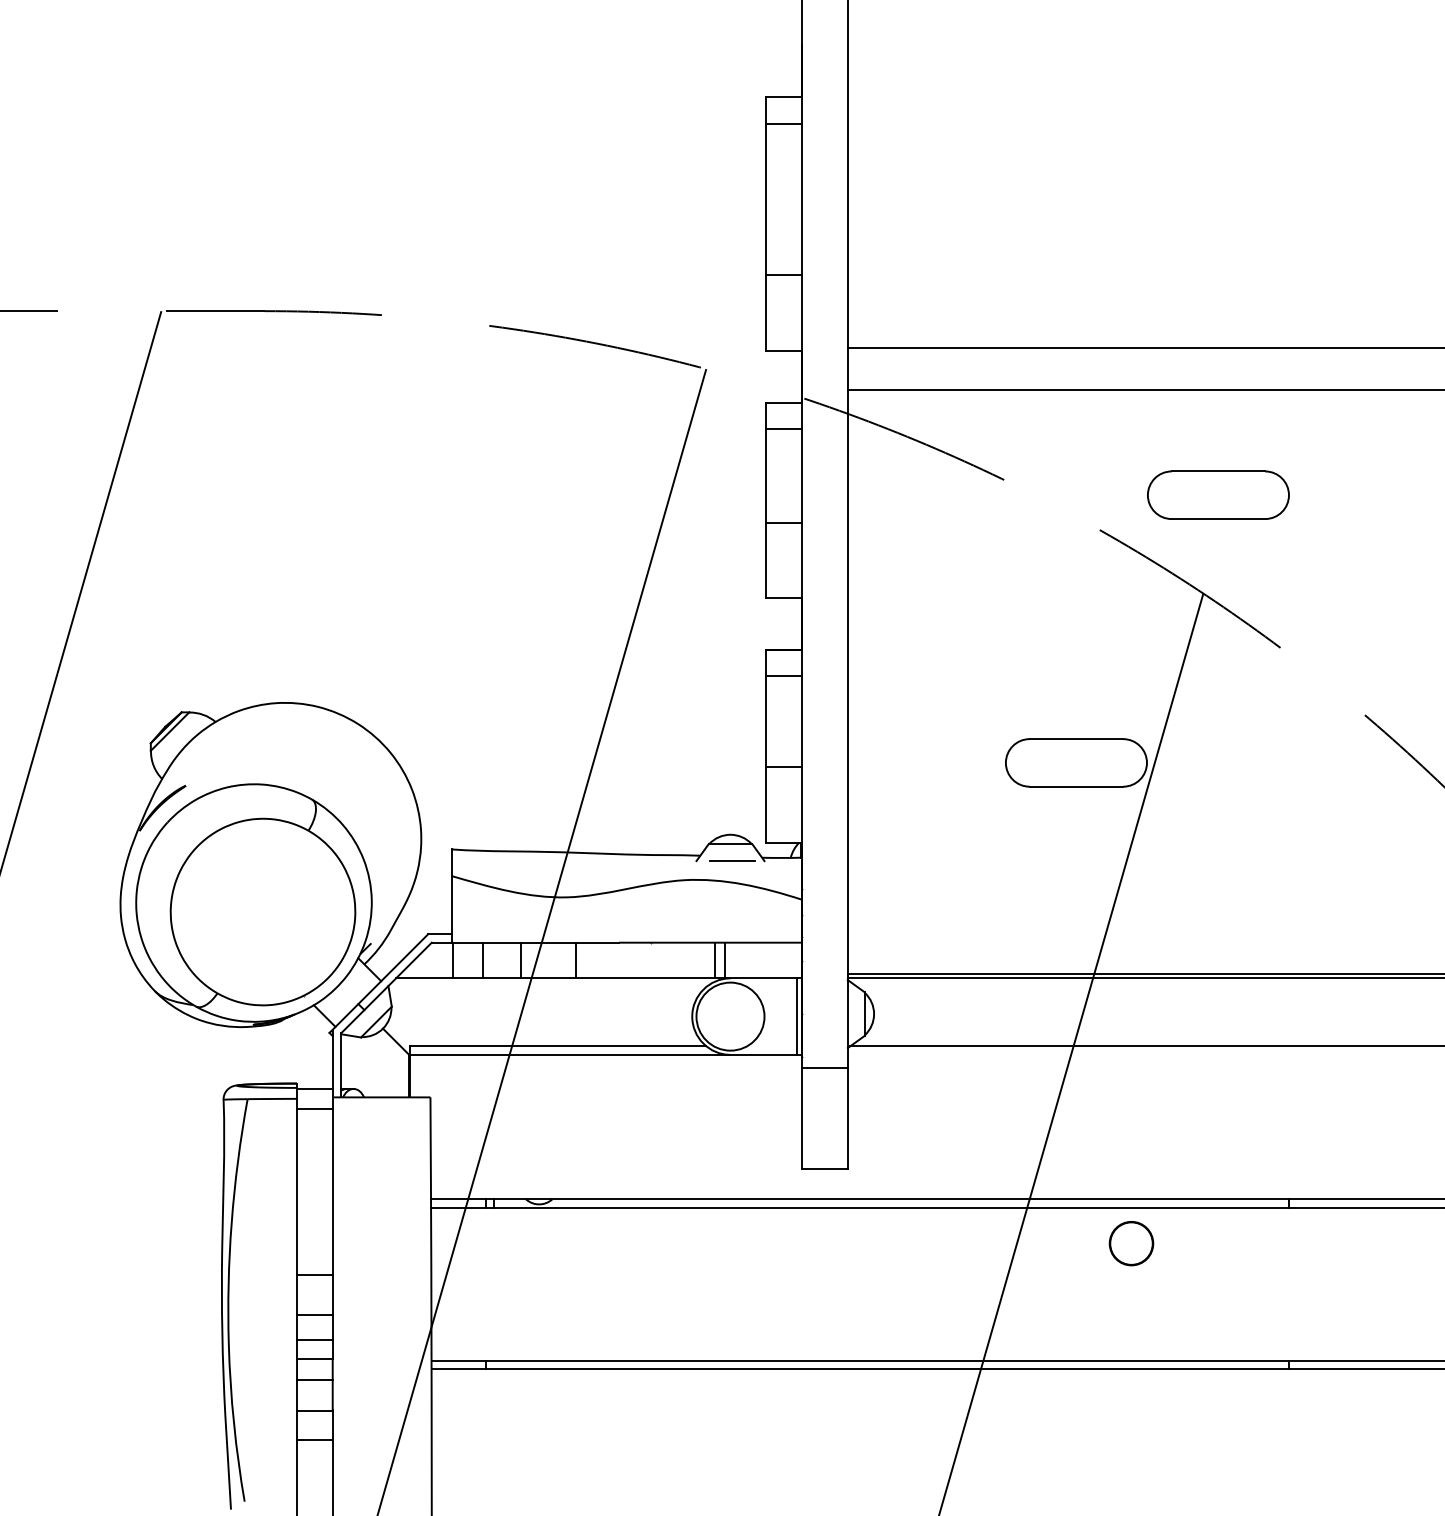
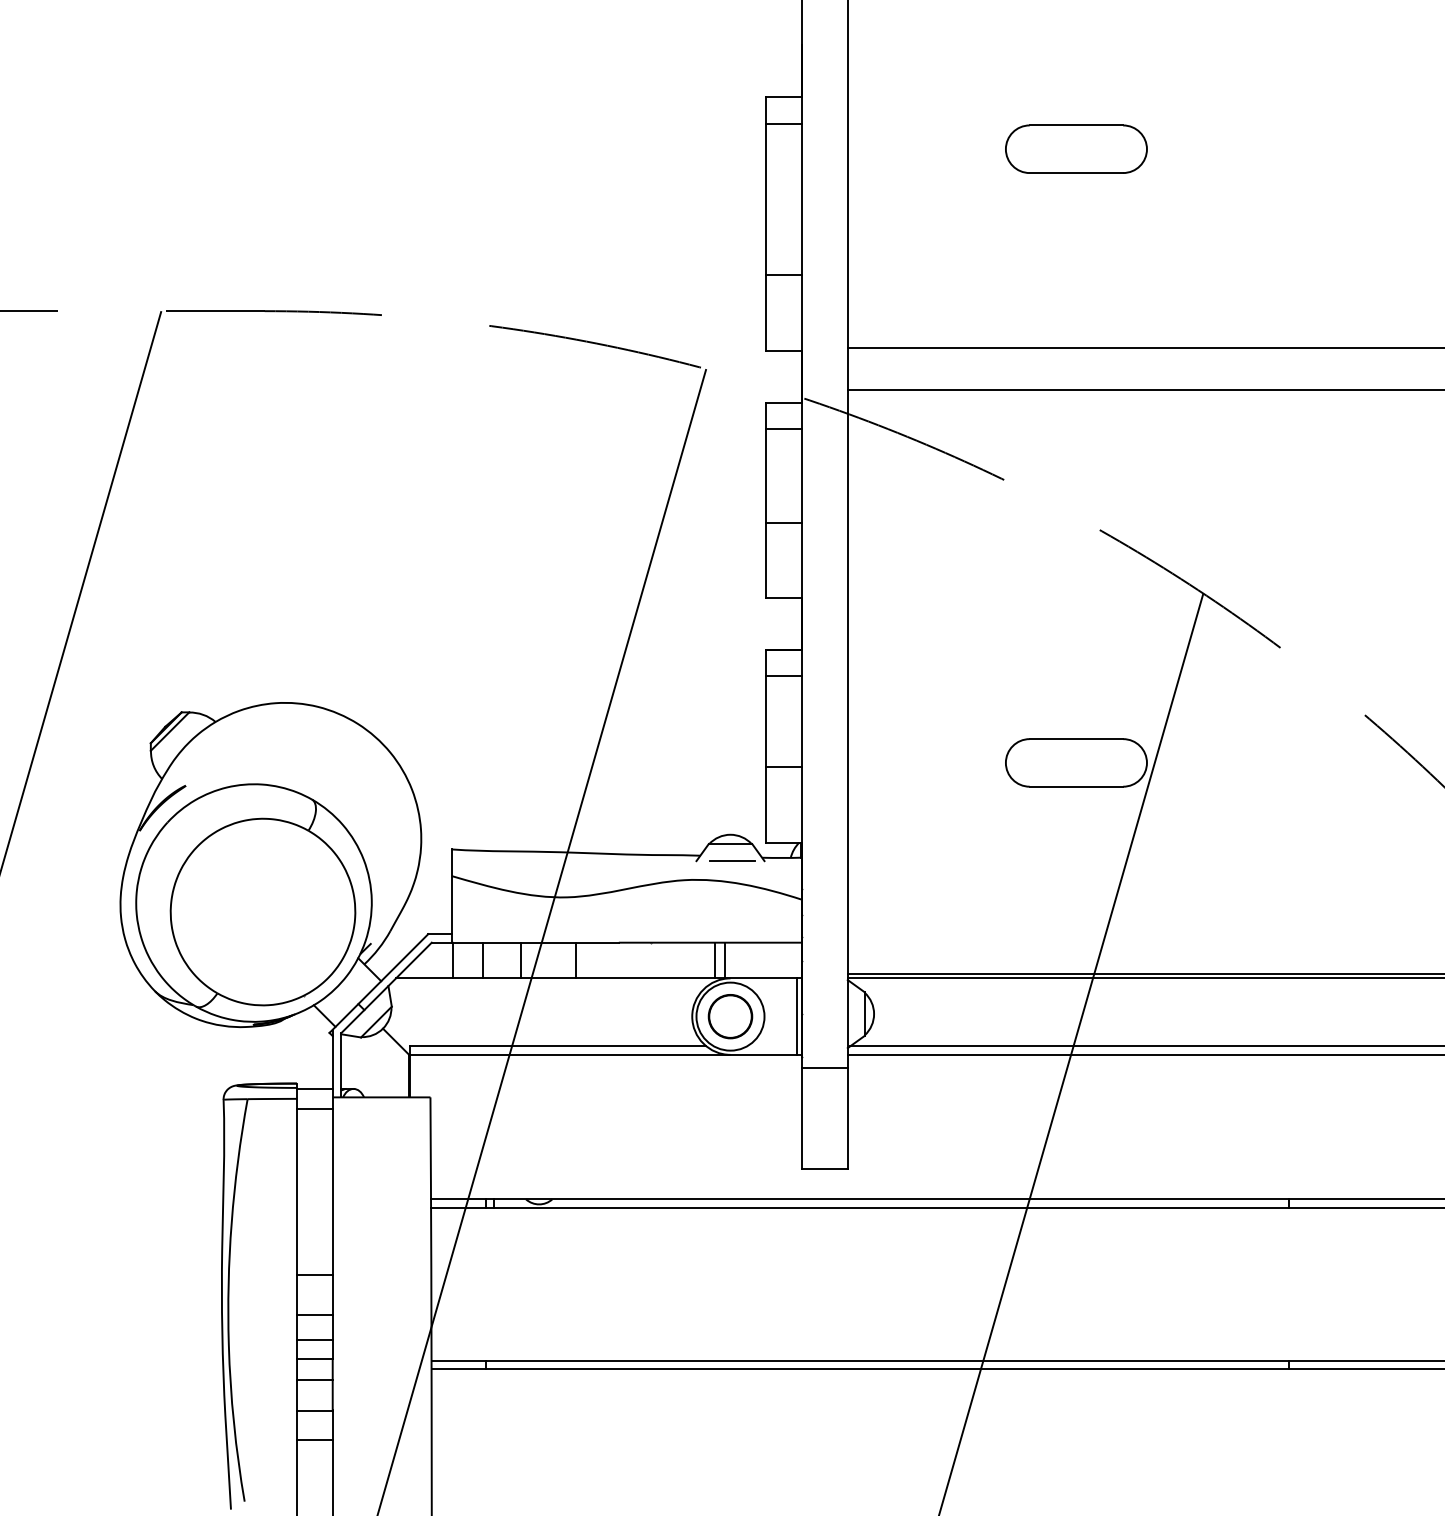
part at (1218, 494) position: (1218, 494) -> (1076, 148)
line at (1144, 1054): none -> present
part at (1131, 1243) position: (1131, 1243) -> (730, 1016)
